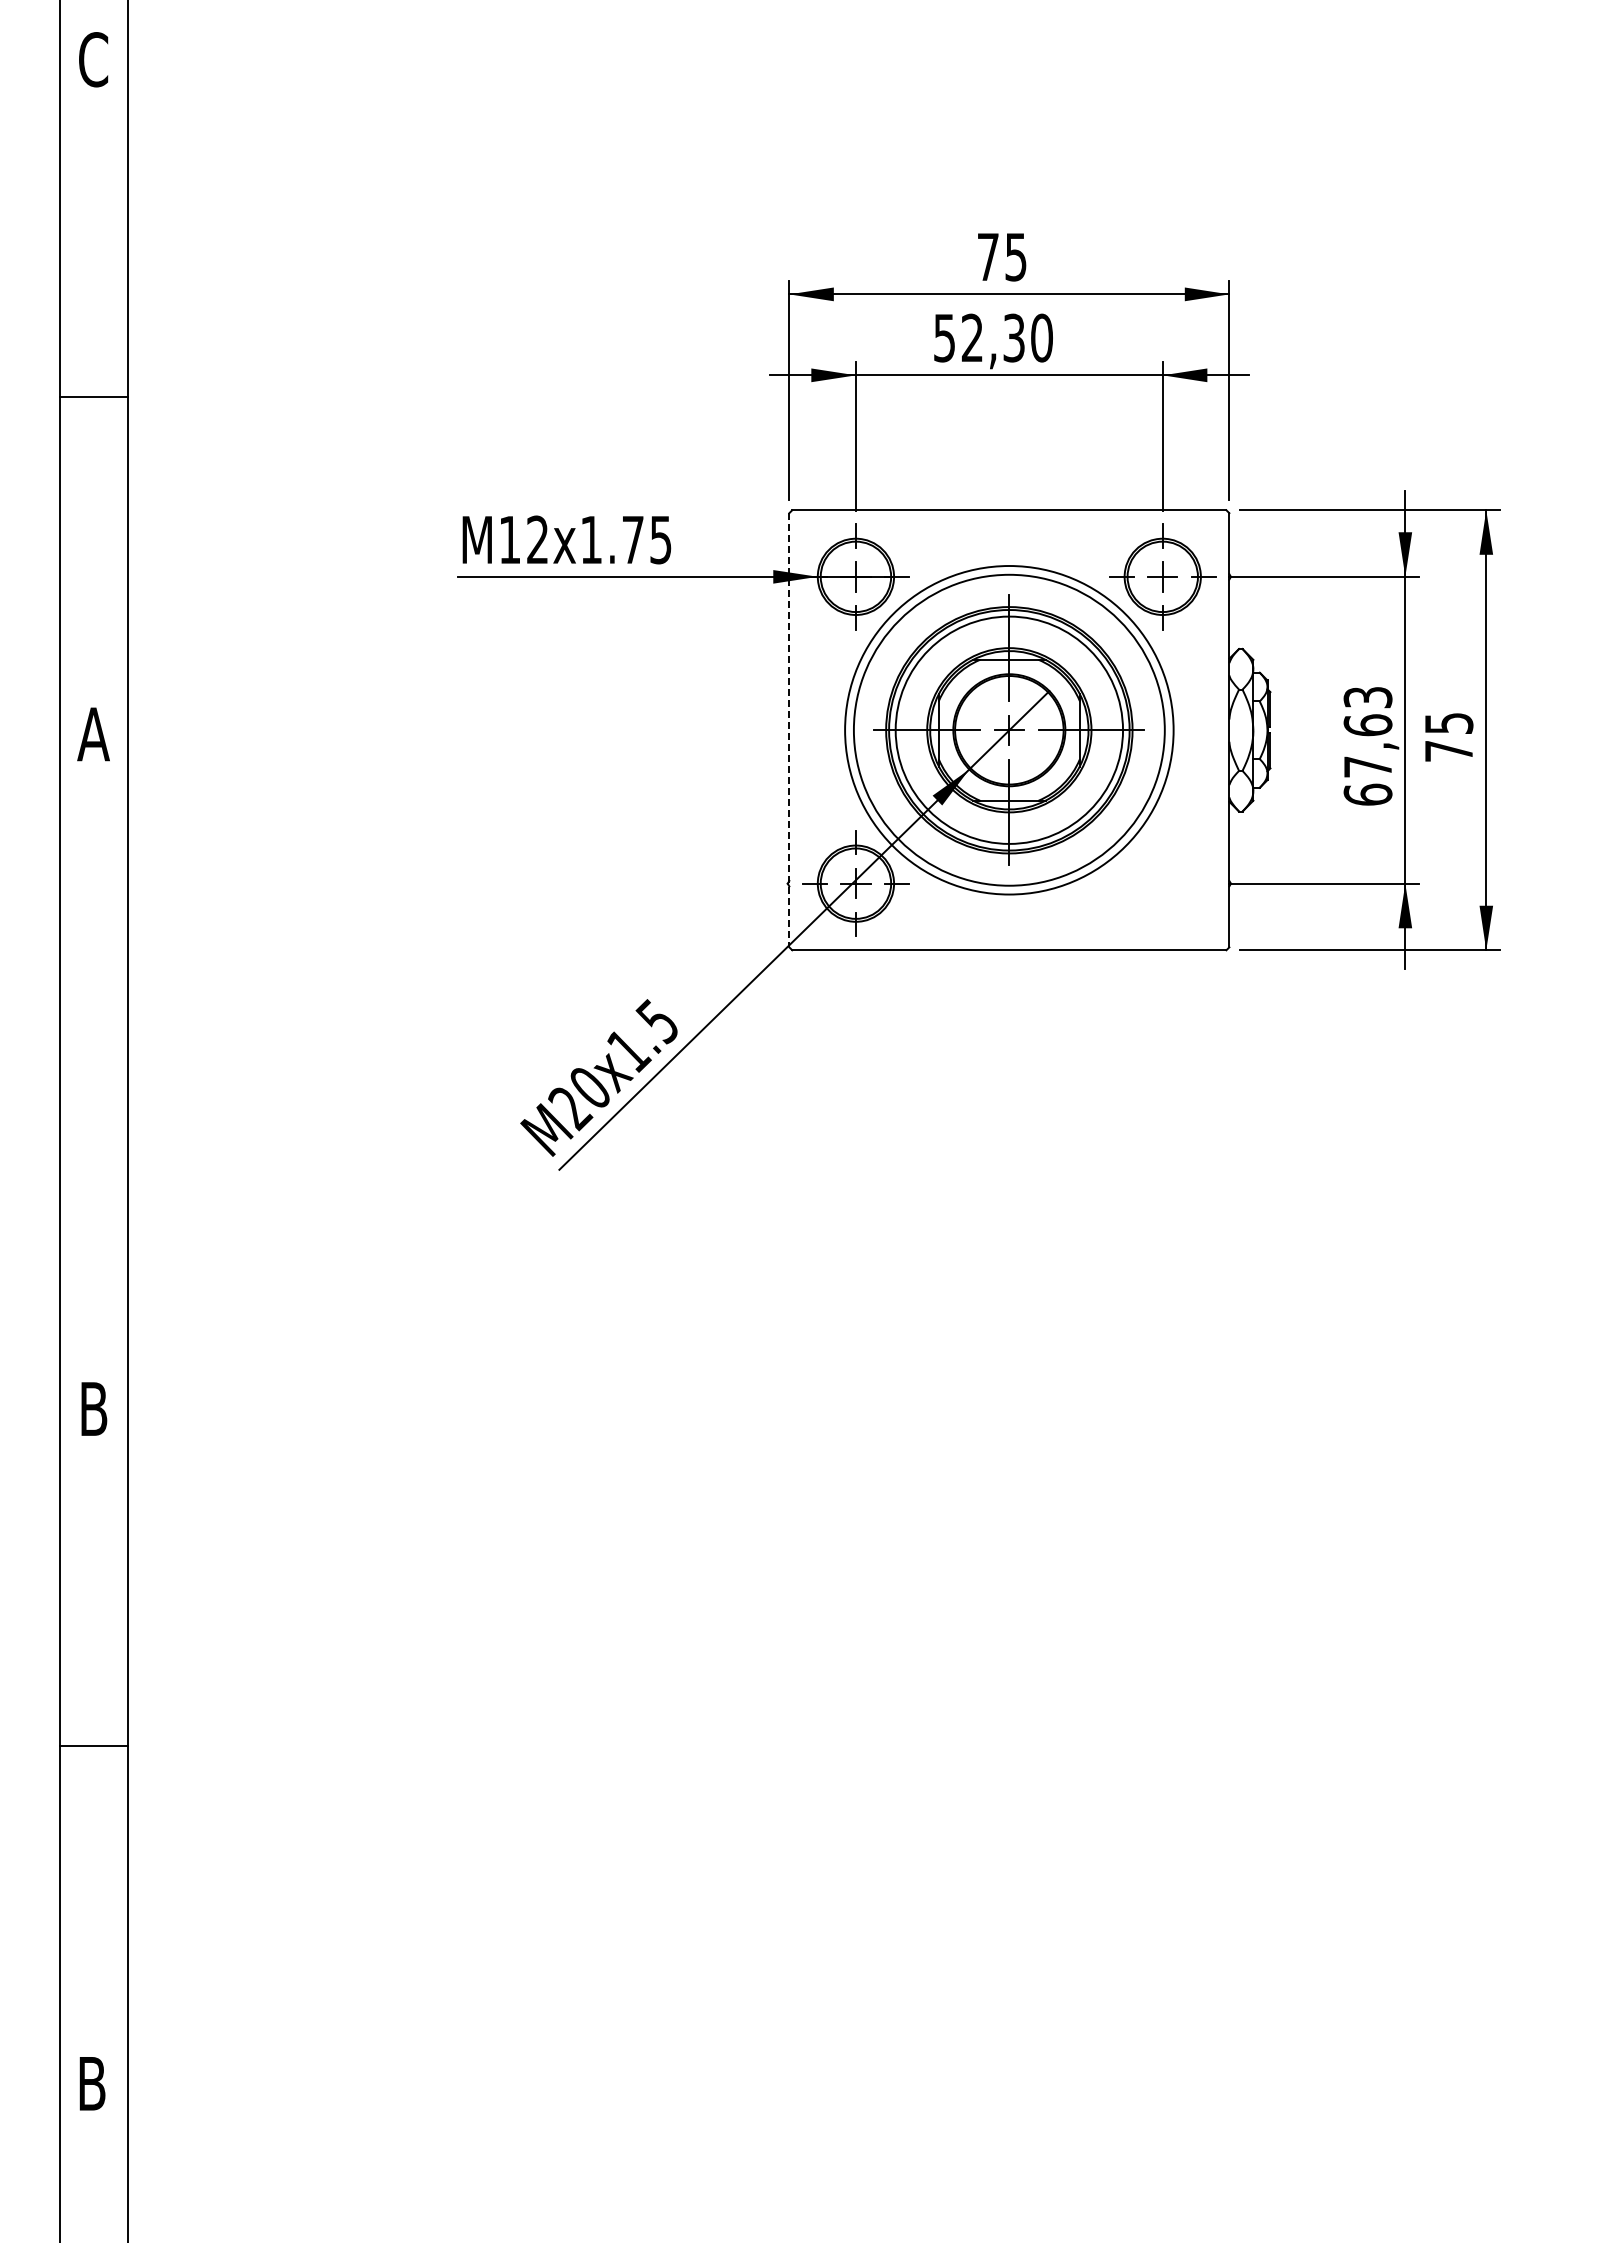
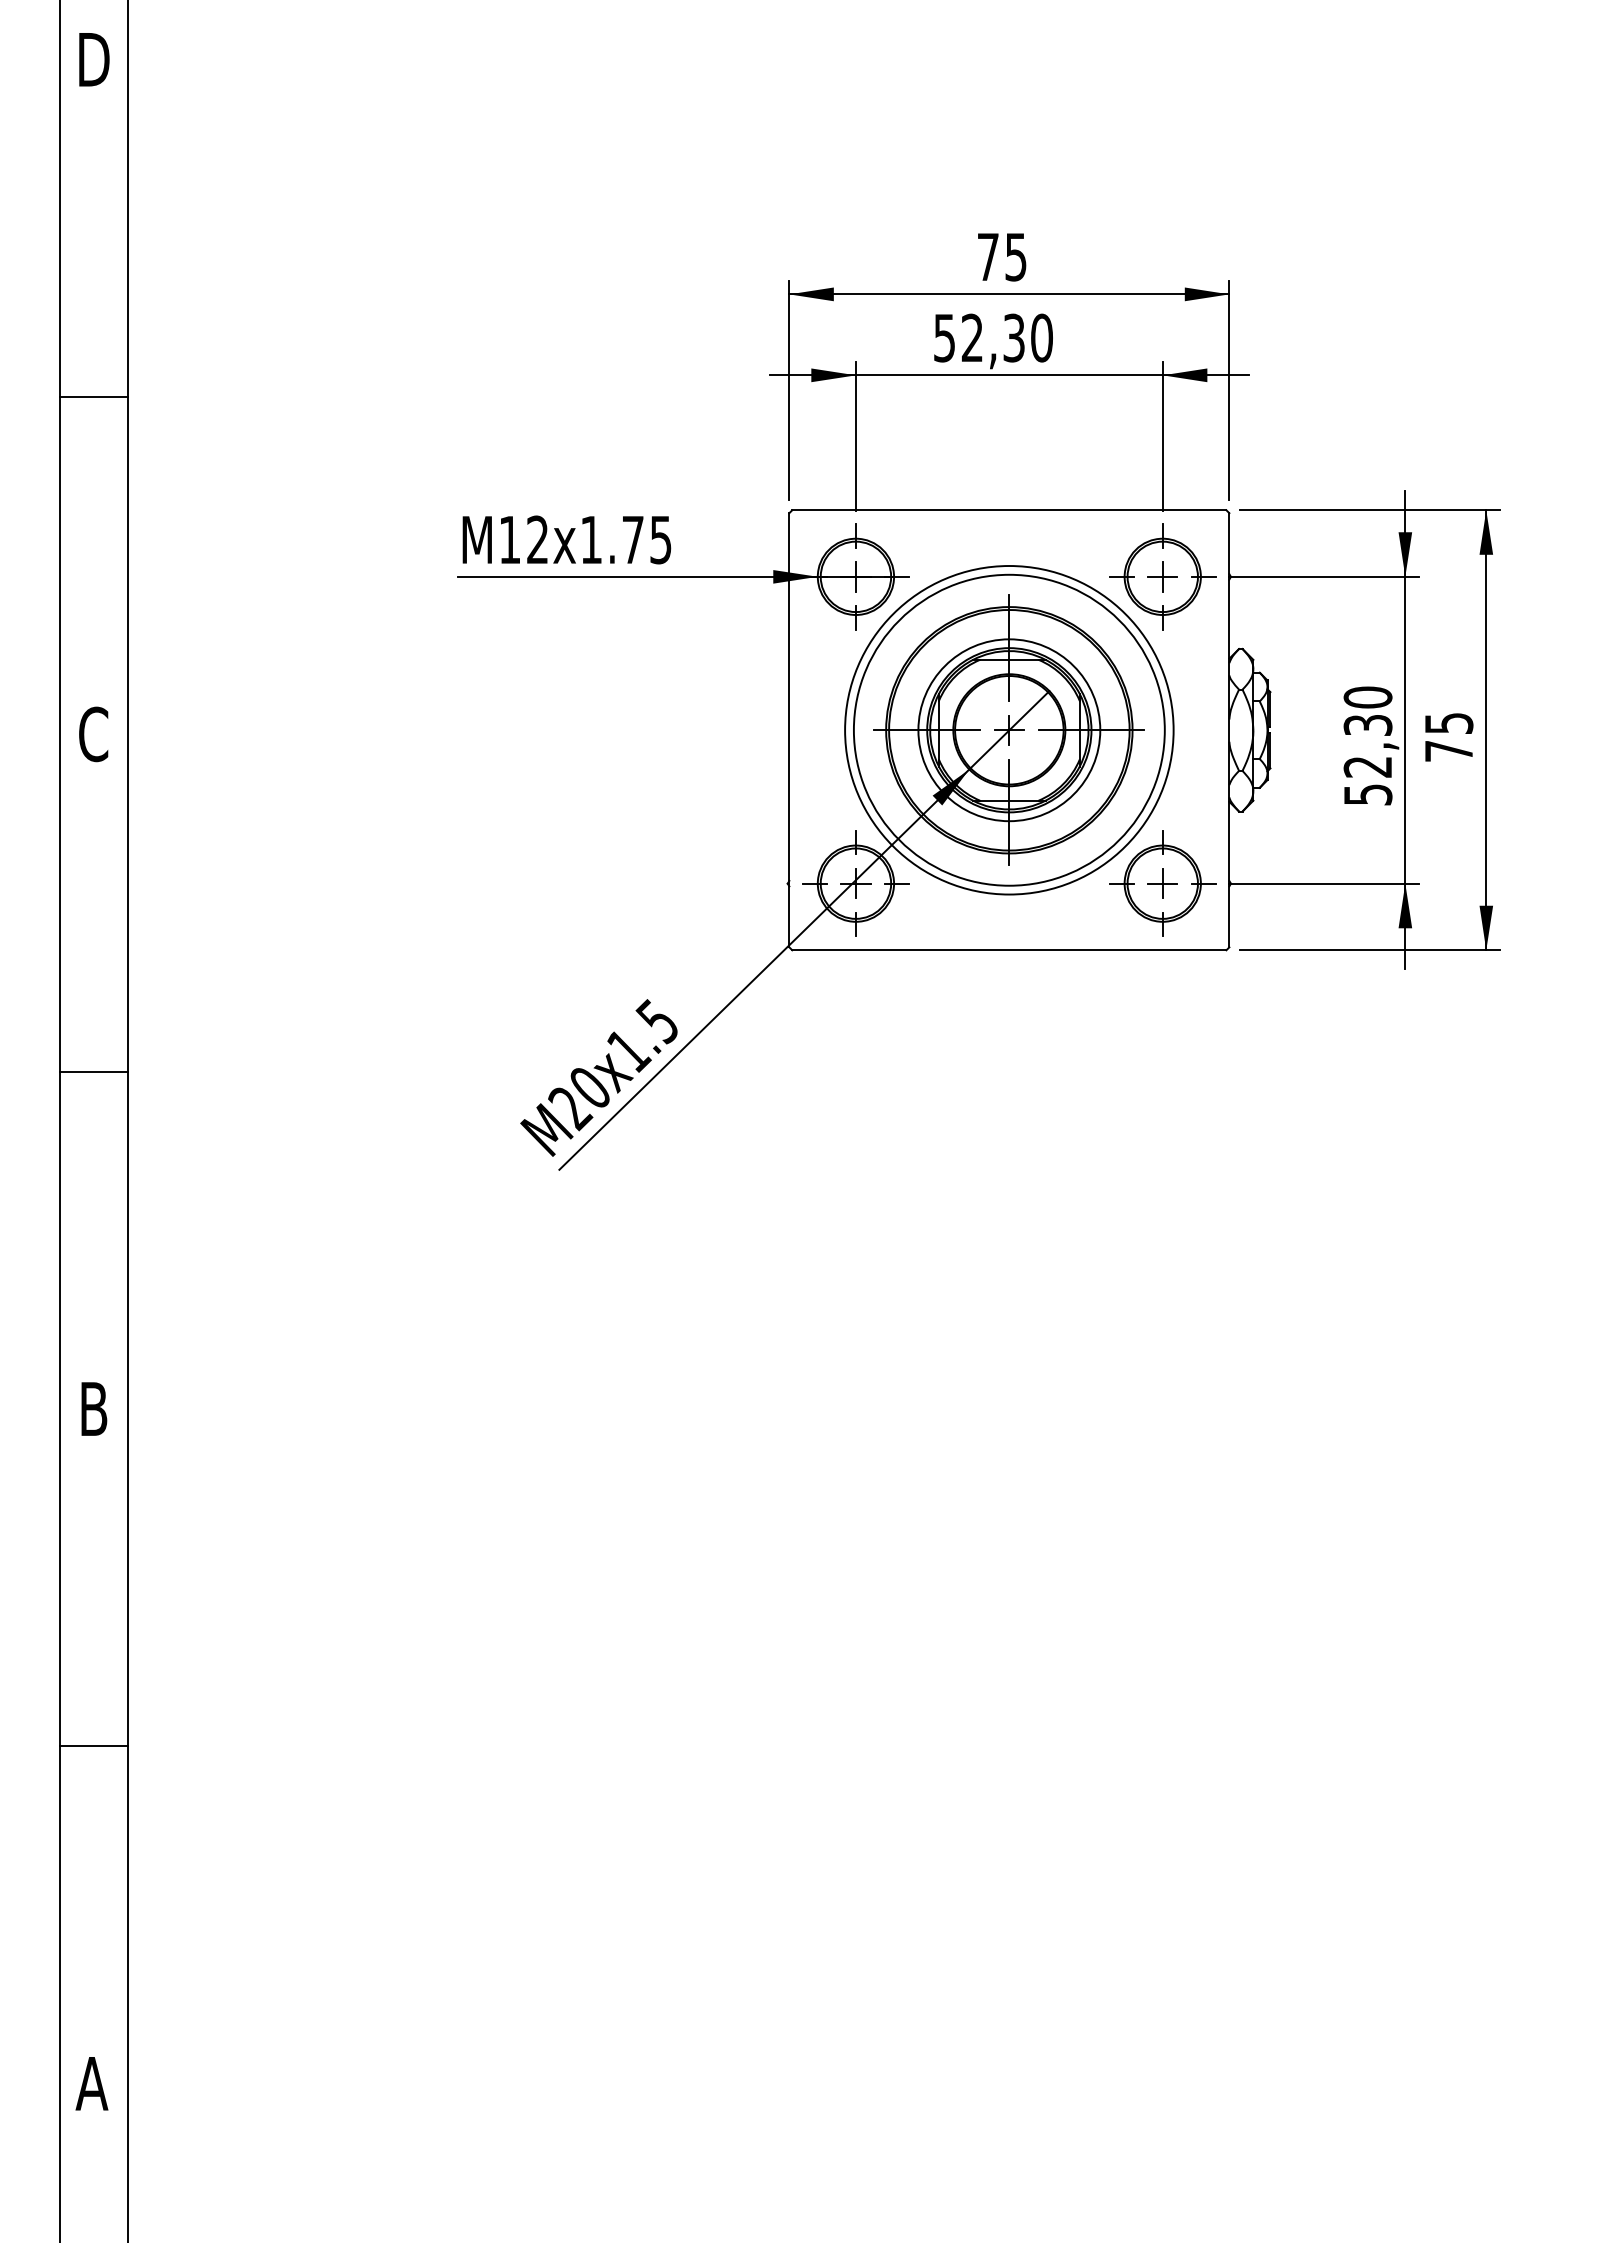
text at (94, 59): C -> D
circle at (1009, 729) diameter: 227 px -> 182 px
line at (789, 730): dashed -> solid
text at (93, 734): A -> C
text at (1367, 745): 67,63 -> 52,30
part at (1162, 883): none -> present
line at (93, 1071): none -> present
text at (91, 2083): B -> A
